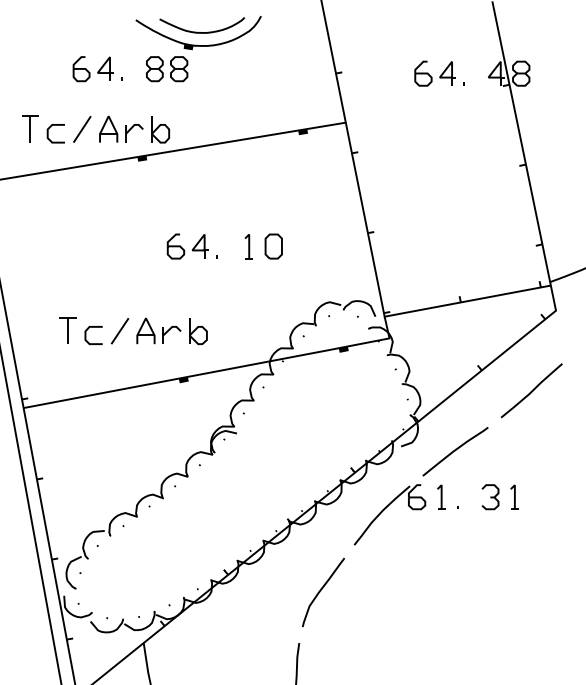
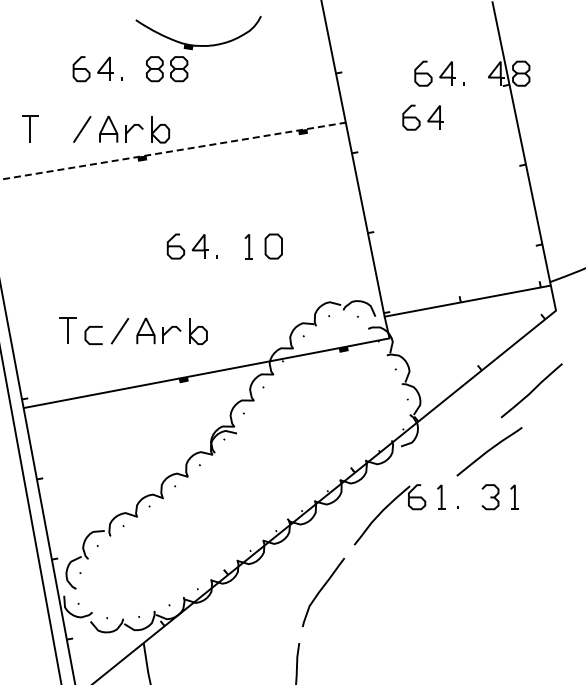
curve at (202, 32): present -> none
part at (422, 117): none -> present
curve at (48, 133): present -> none
line at (173, 151): solid -> dashed
curve at (455, 451) position: (455, 451) -> (489, 451)
